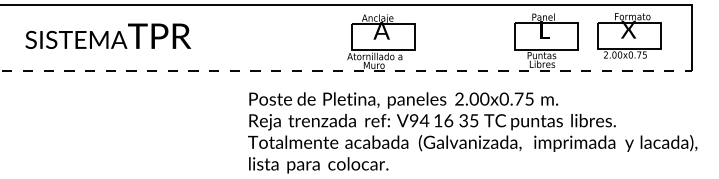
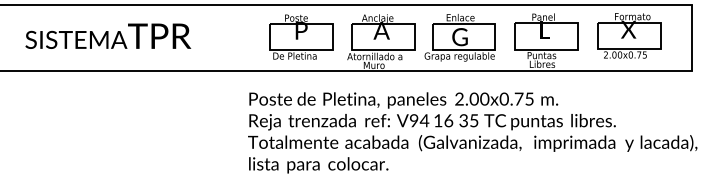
part at (301, 36): none -> present
part at (459, 37): none -> present
line at (345, 71): dashed -> solid
